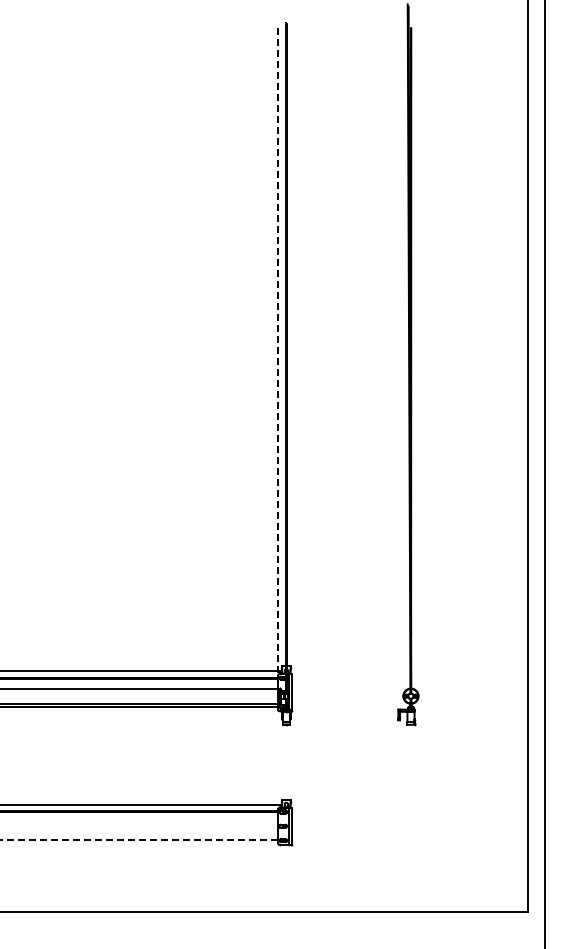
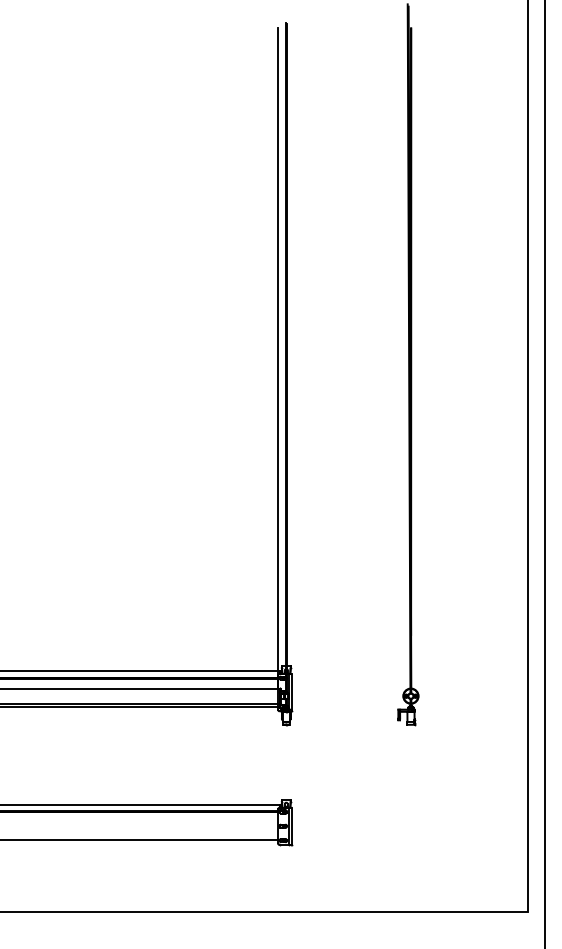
line at (277, 359): dashed -> solid
line at (139, 840): dashed -> solid
